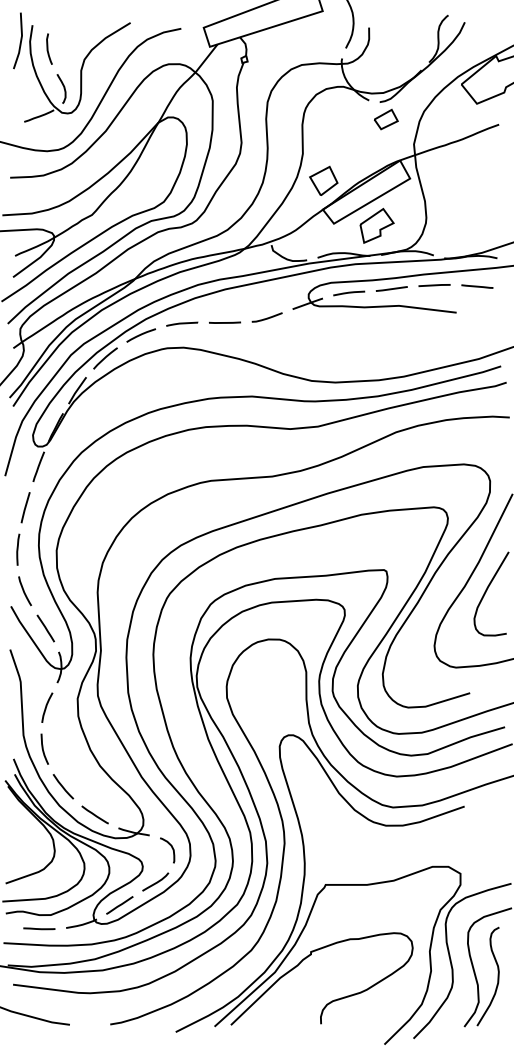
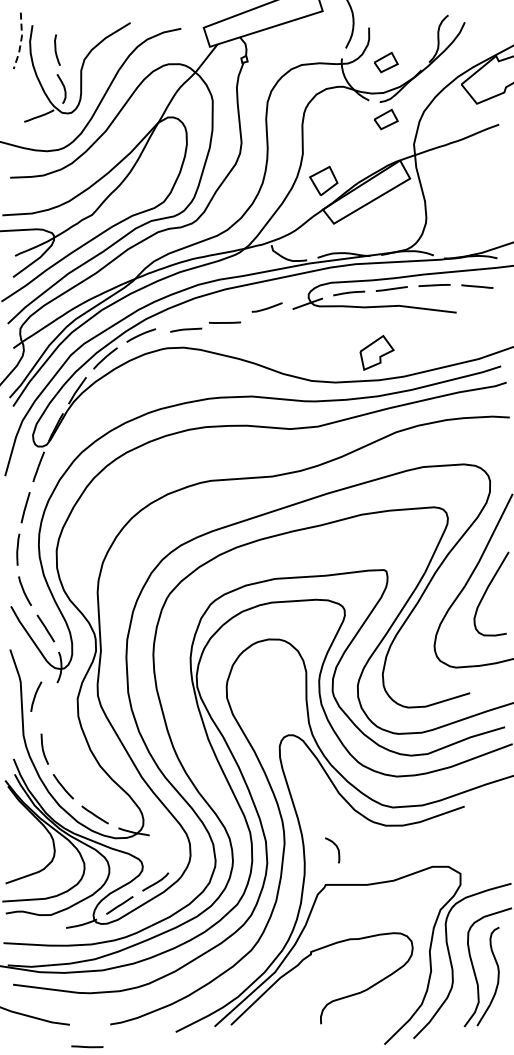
line at (21, 41): solid -> dashed
curve at (48, 48) position: (48, 48) -> (56, 49)
part at (386, 62): none -> present
part at (376, 225) position: (376, 225) -> (376, 352)
curve at (266, 317) position: (266, 317) -> (266, 307)
line at (182, 323) position: (182, 323) -> (186, 329)
curve at (47, 706) position: (47, 706) -> (36, 695)
curve at (171, 848) position: (171, 848) -> (336, 848)
line at (39, 928) position: (39, 928) -> (87, 1046)
